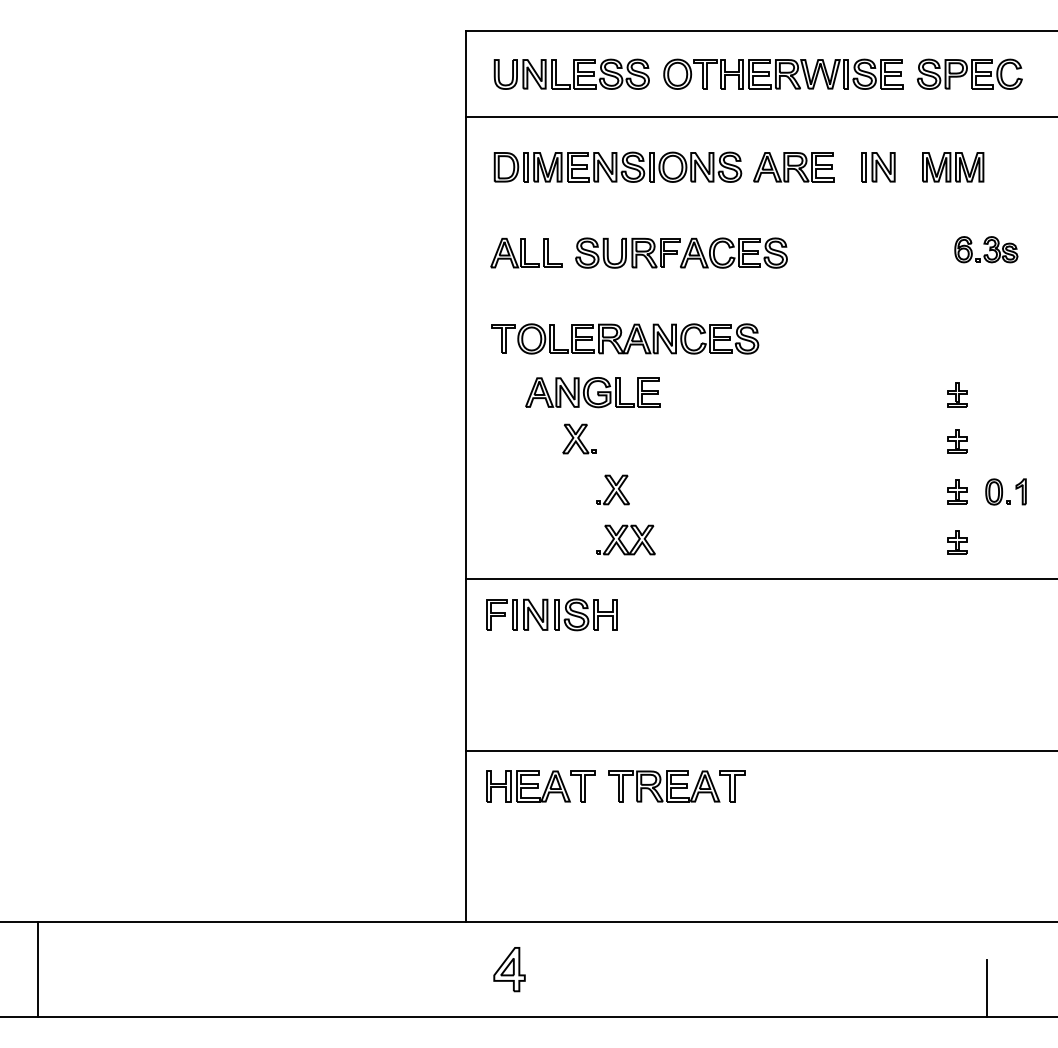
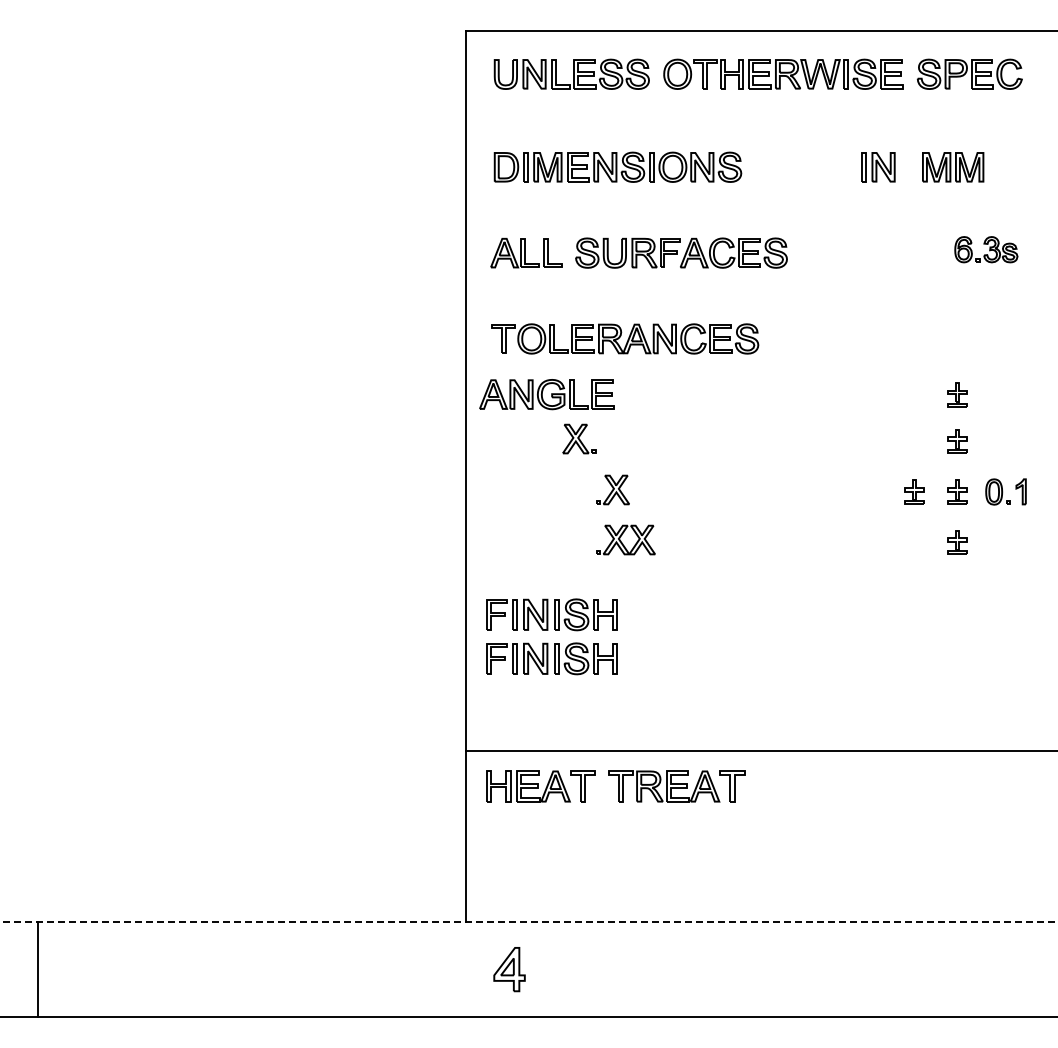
line at (759, 116): present -> none
part at (793, 167): present -> none
part at (592, 392) position: (592, 392) -> (546, 394)
part at (914, 491): none -> present
line at (759, 579): present -> none
part at (551, 658): none -> present
line at (530, 921): solid -> dashed
line at (986, 987): present -> none
